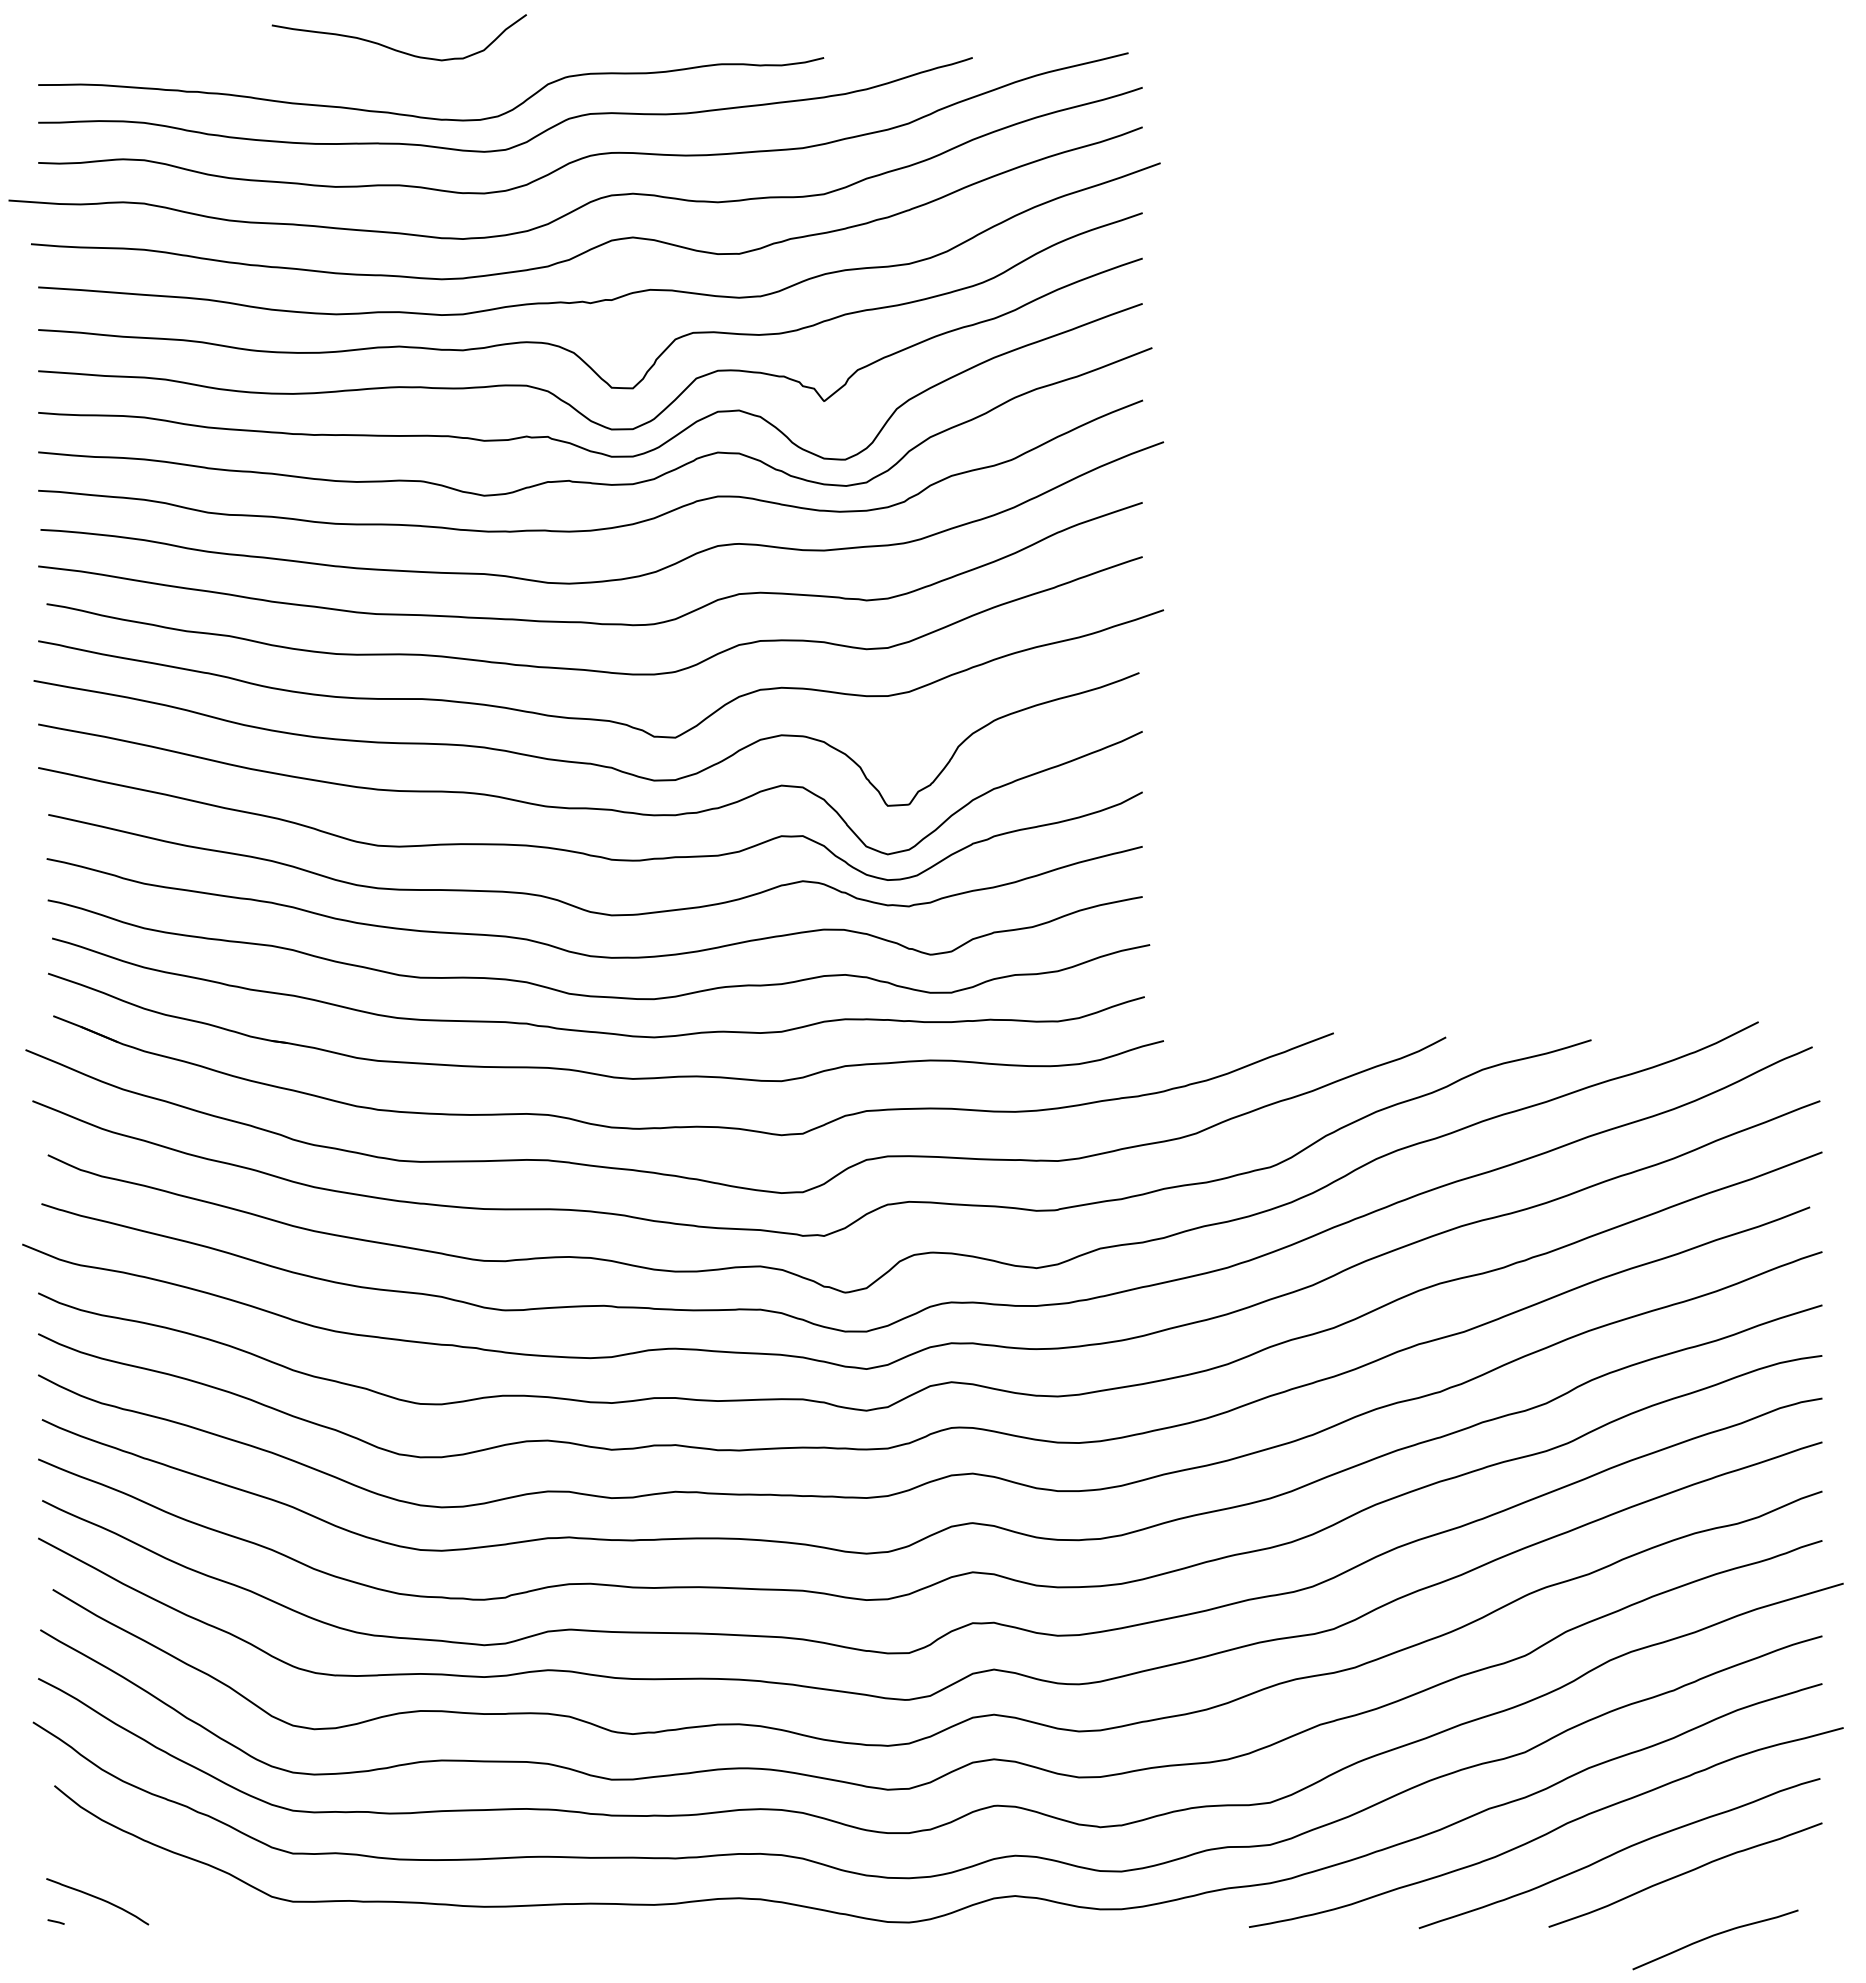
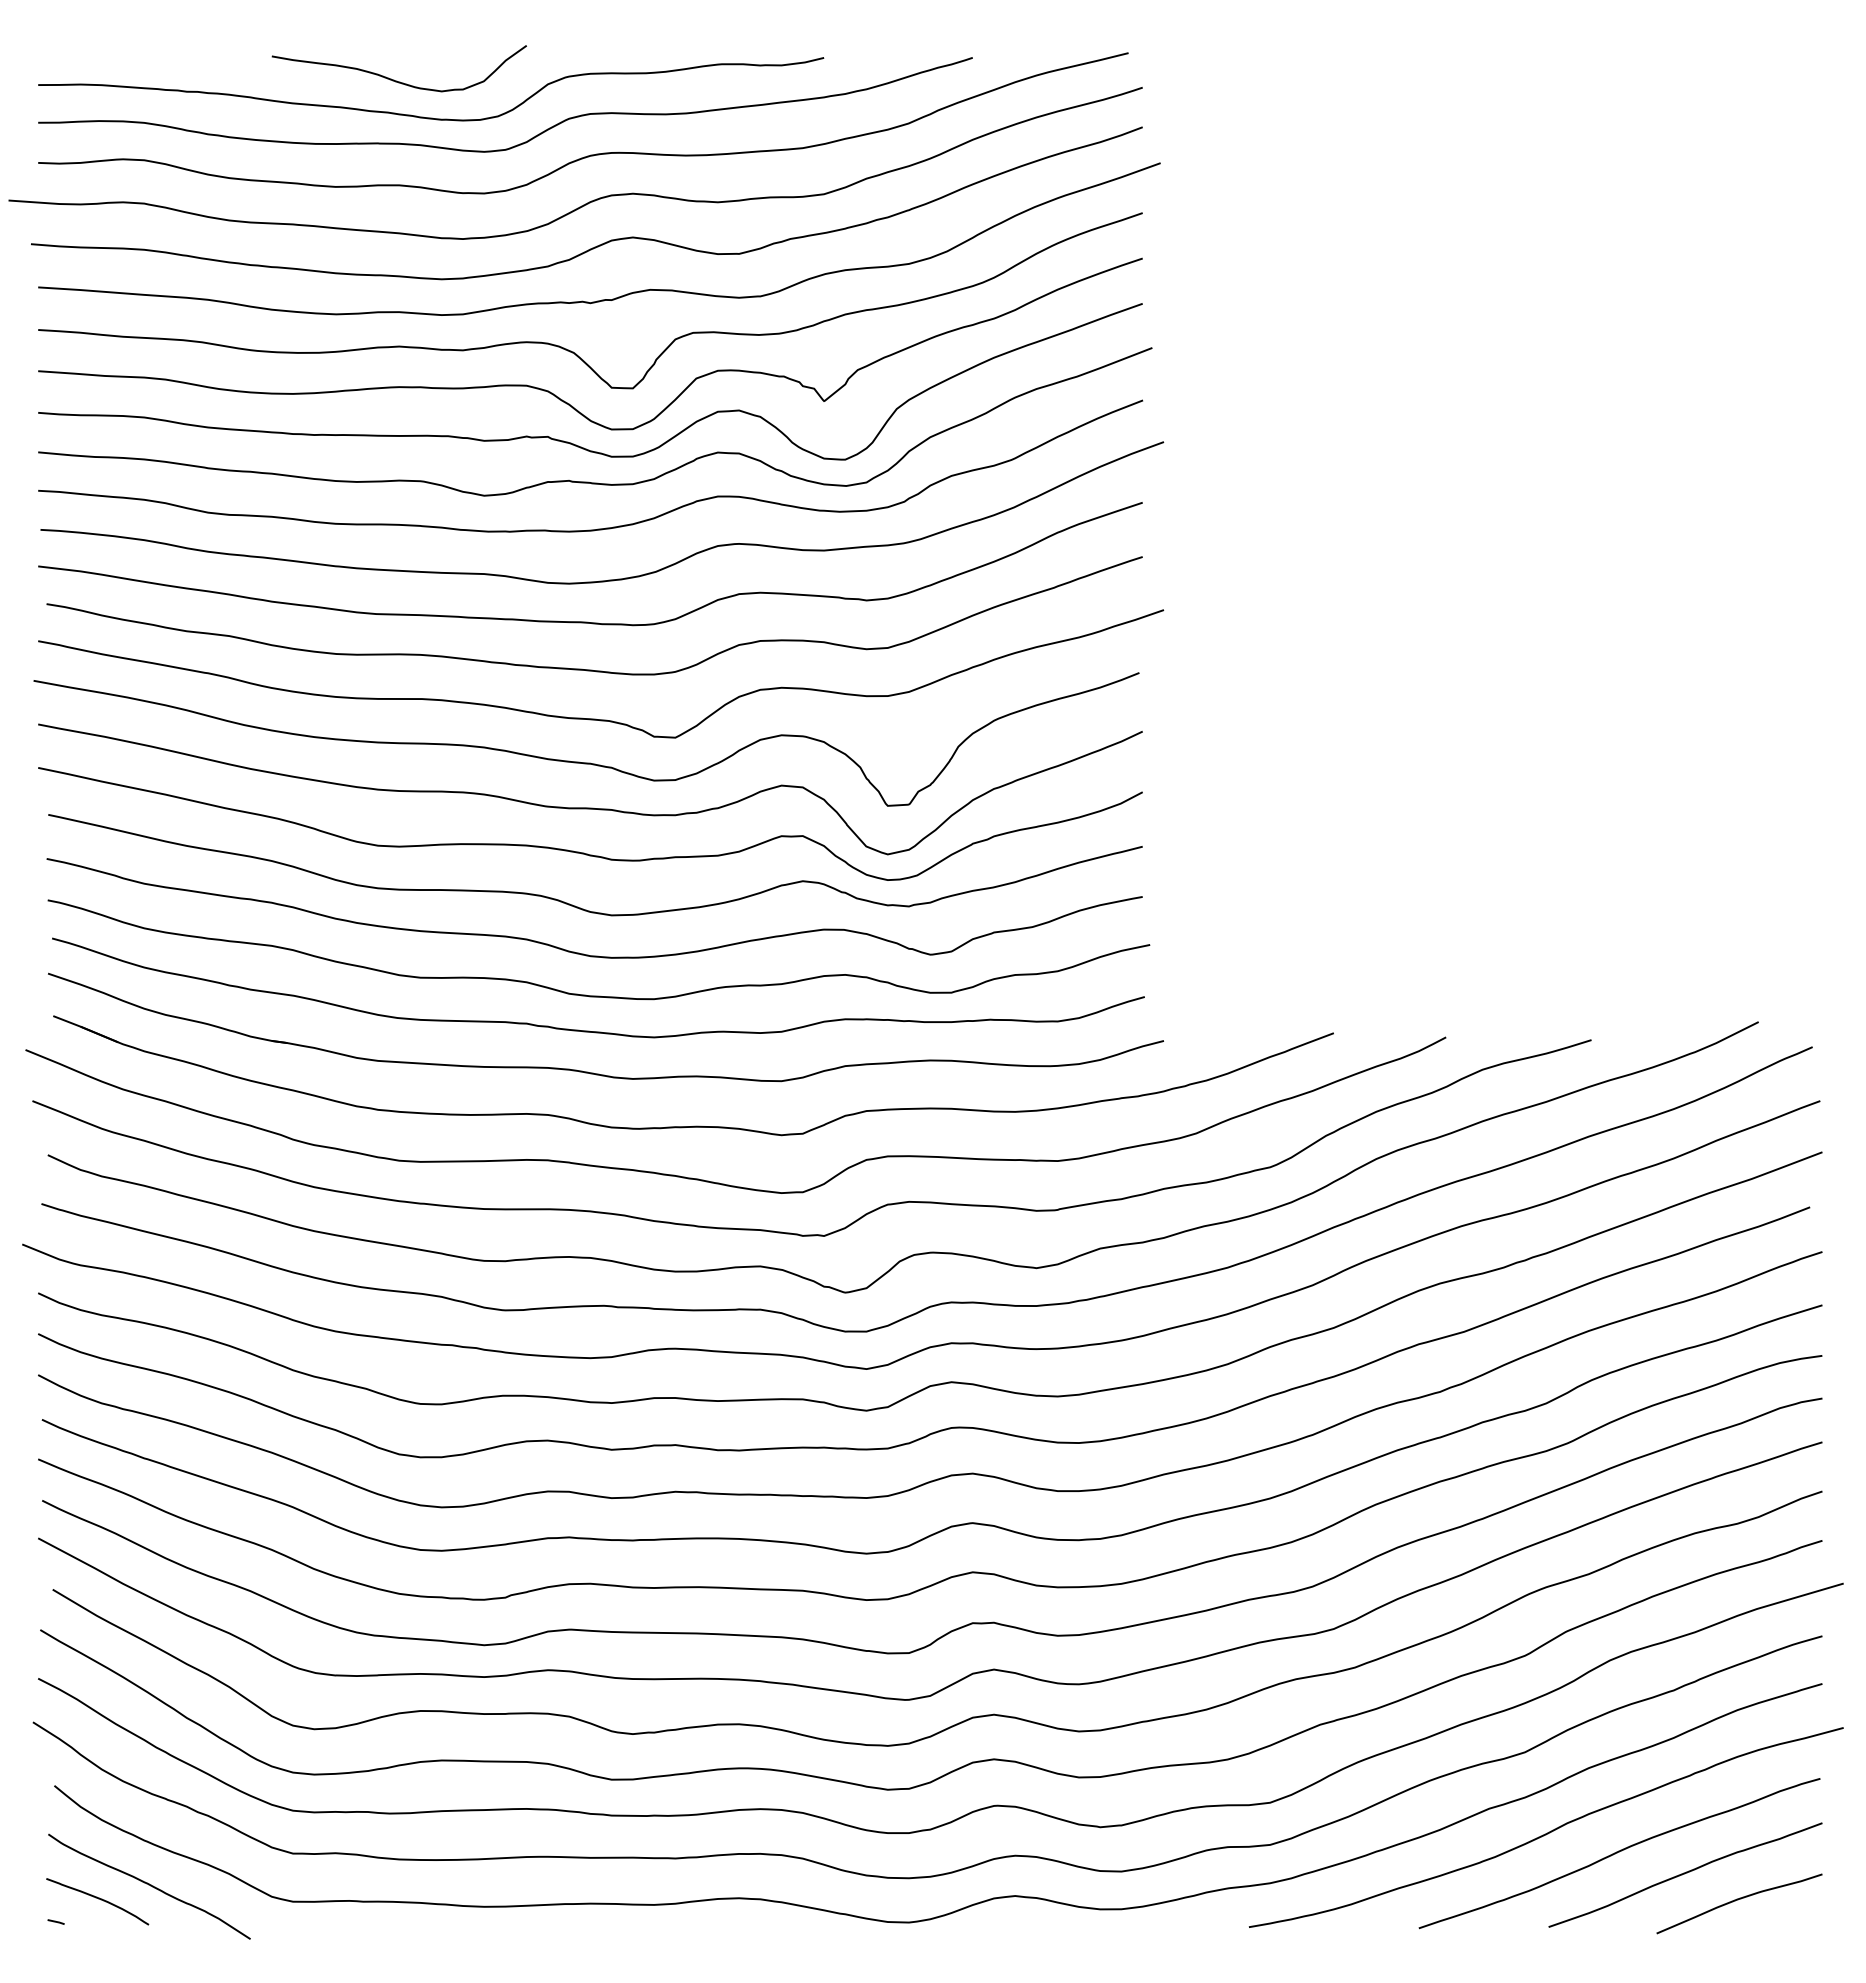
curve at (394, 48) position: (394, 48) -> (394, 79)
curve at (149, 1885): none -> present
curve at (1714, 1936) position: (1714, 1936) -> (1738, 1900)
